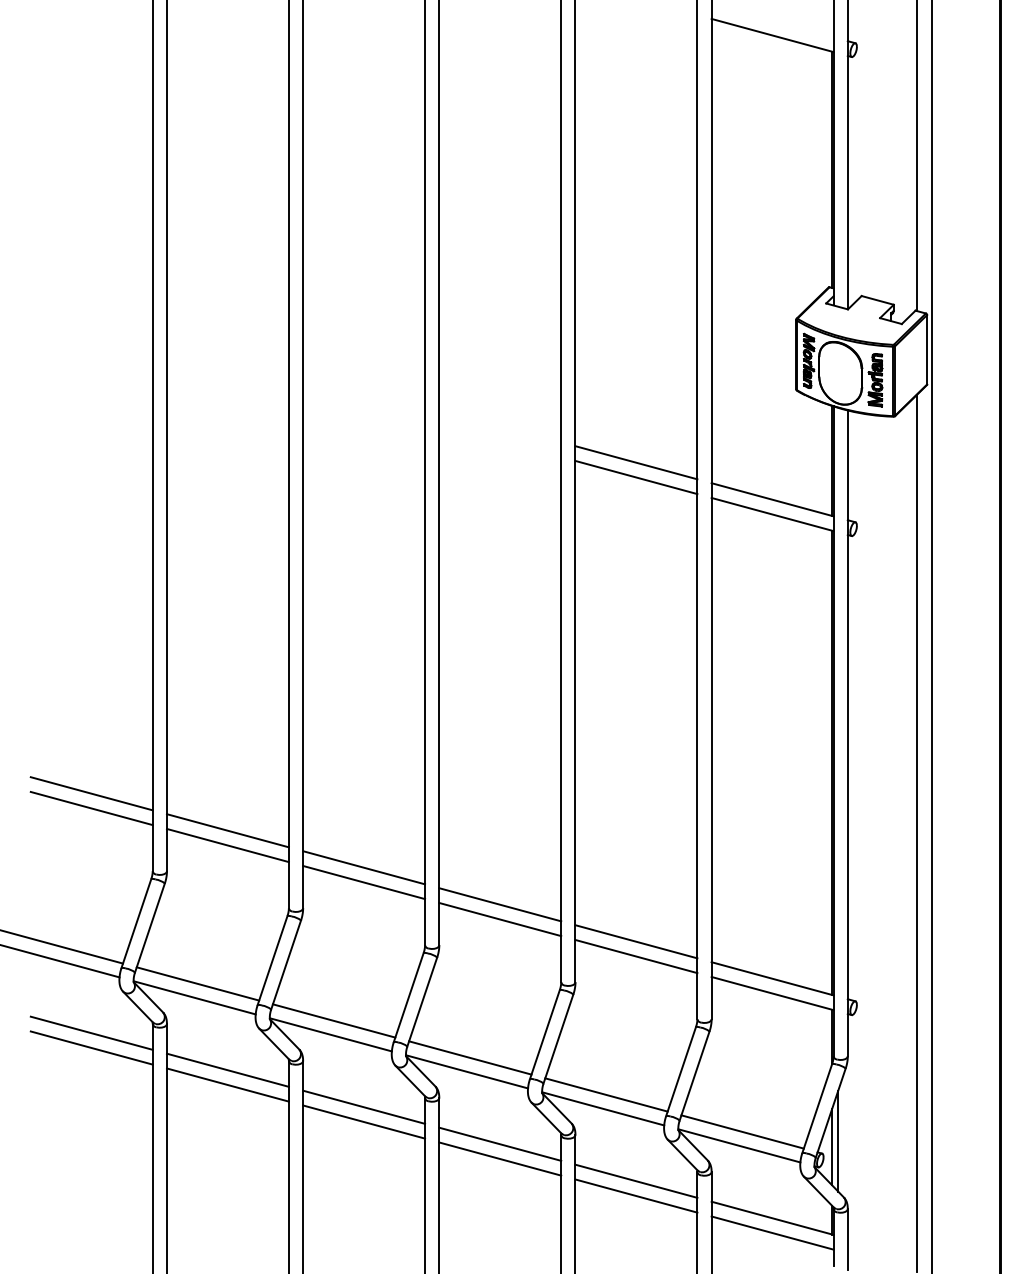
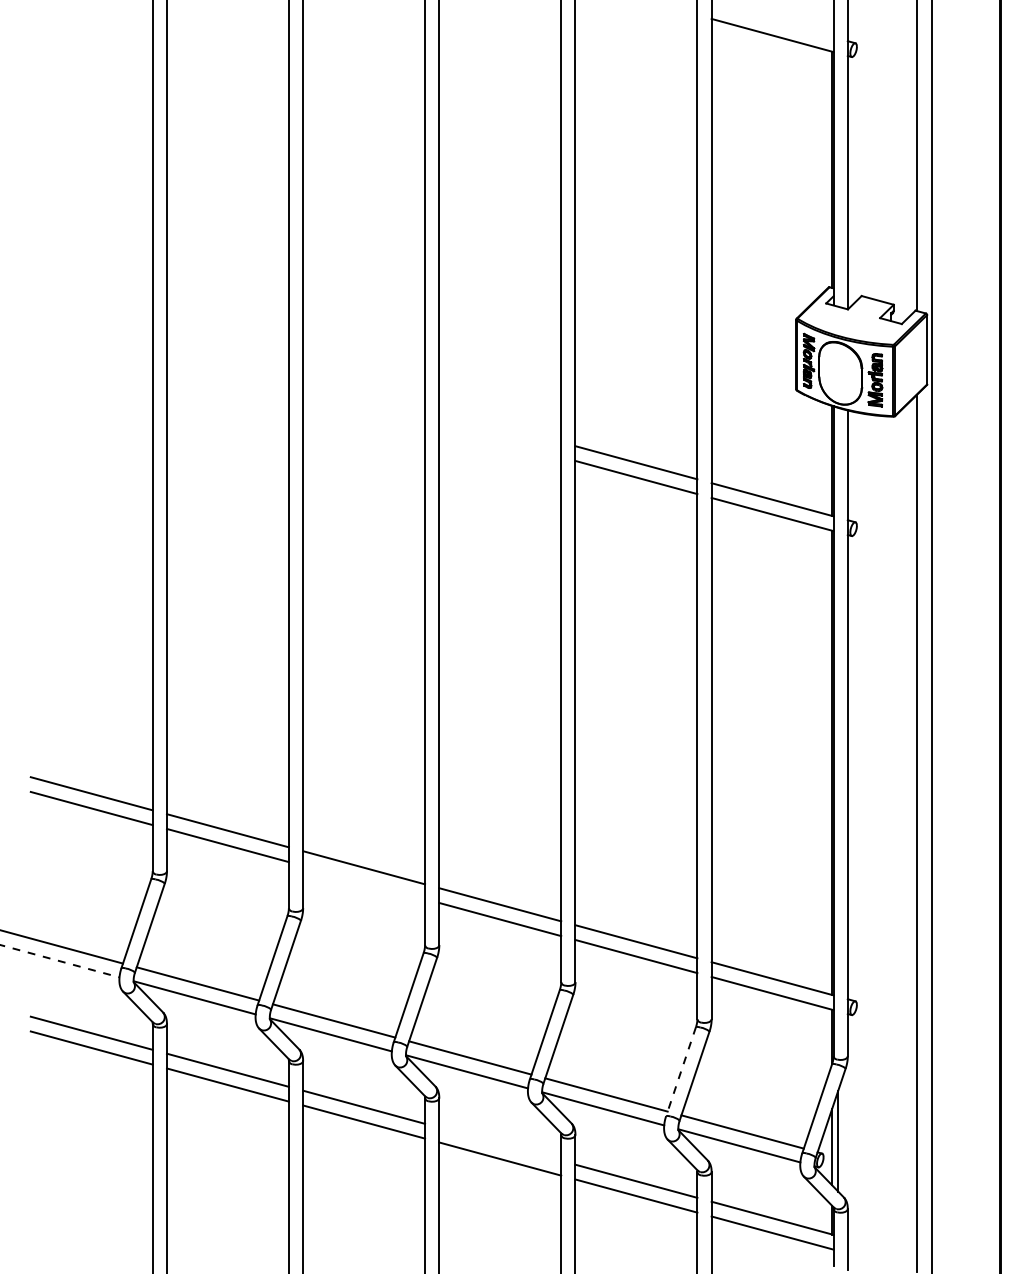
line at (364, 882): present -> none
line at (60, 961): solid -> dashed
line at (681, 1071): solid -> dashed
line at (500, 1143): present -> none
